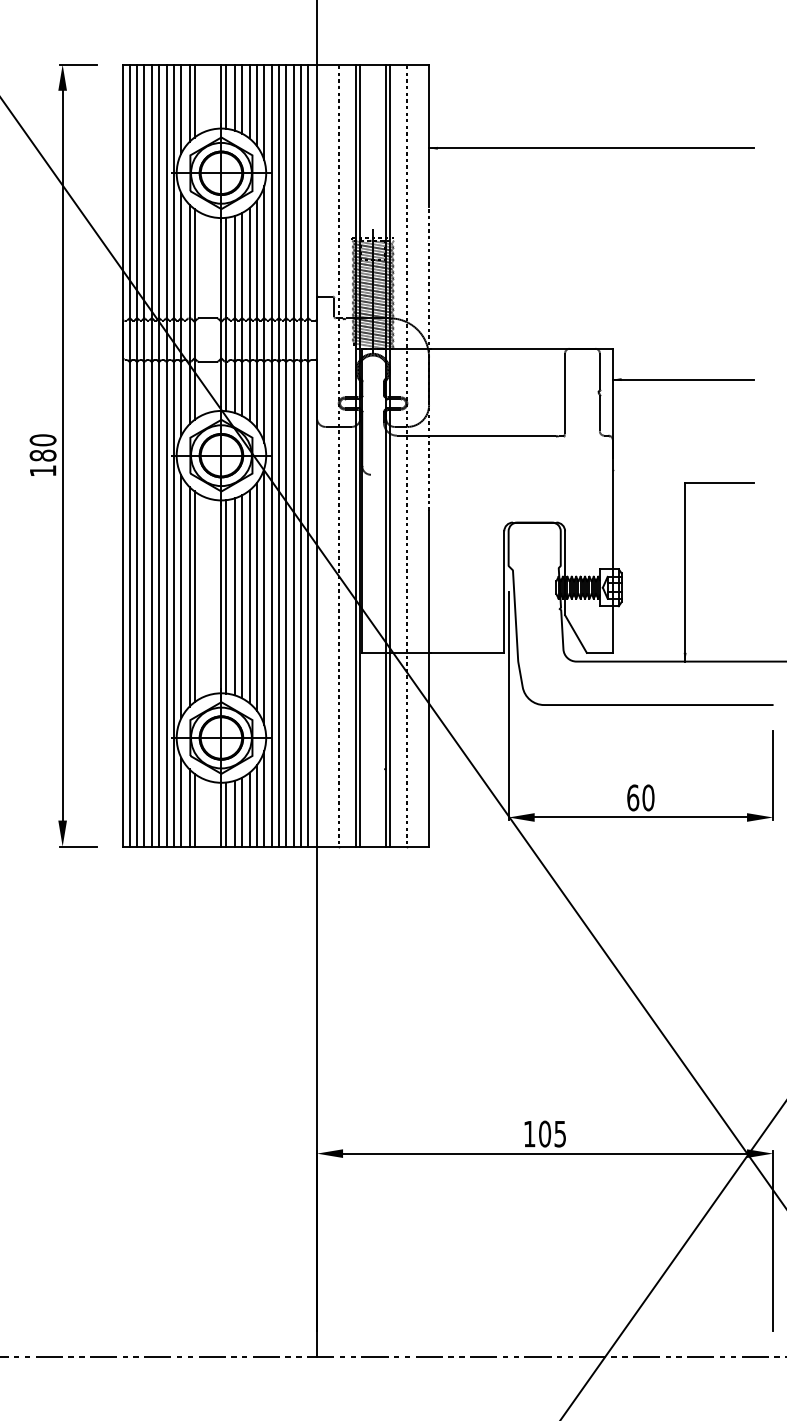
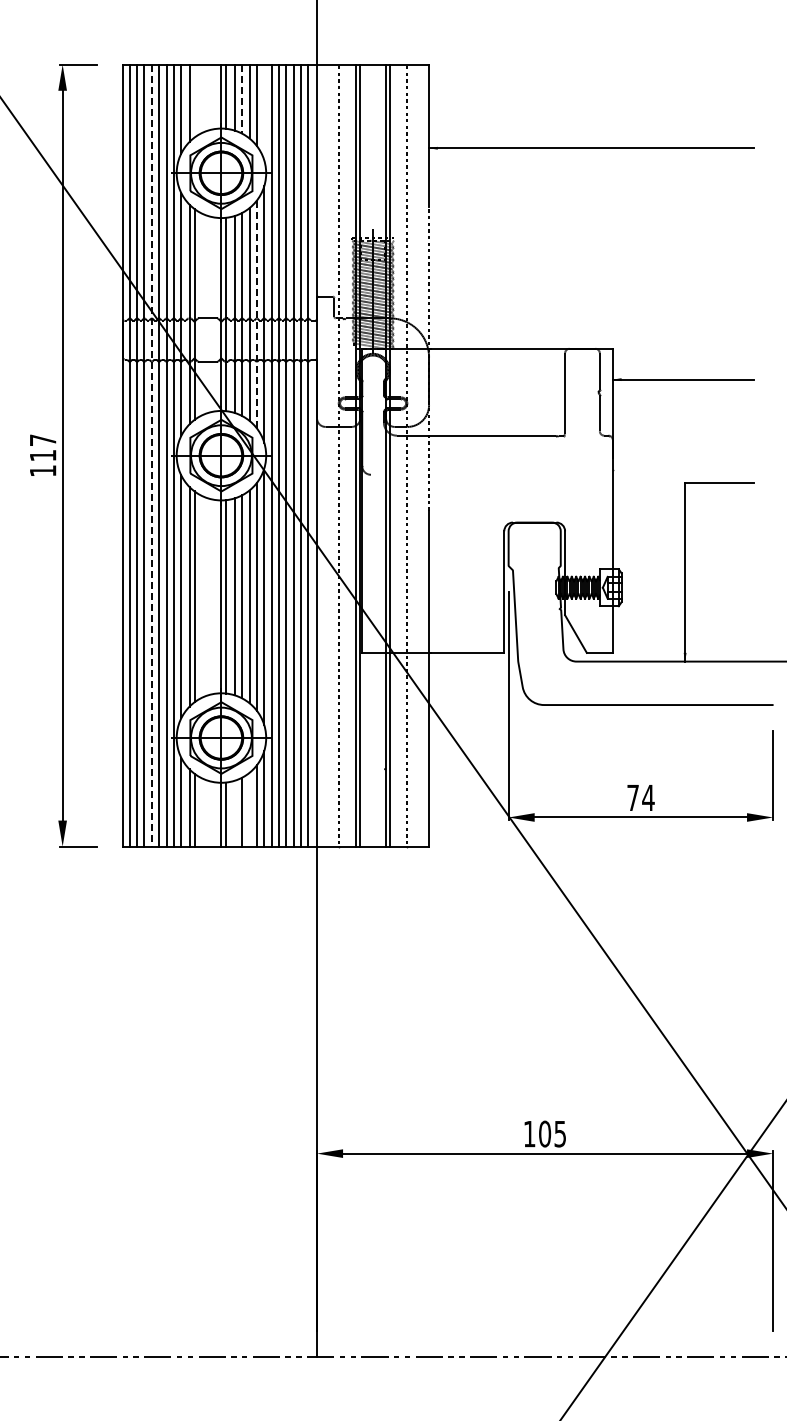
line at (242, 99): solid -> dashed
line at (194, 100): present -> none
line at (264, 112): present -> none
line at (256, 314): solid -> dashed
text at (42, 447): 180 -> 117
line at (151, 455): solid -> dashed
text at (640, 797): 60 -> 74
line at (249, 809): present -> none
line at (234, 813): present -> none
